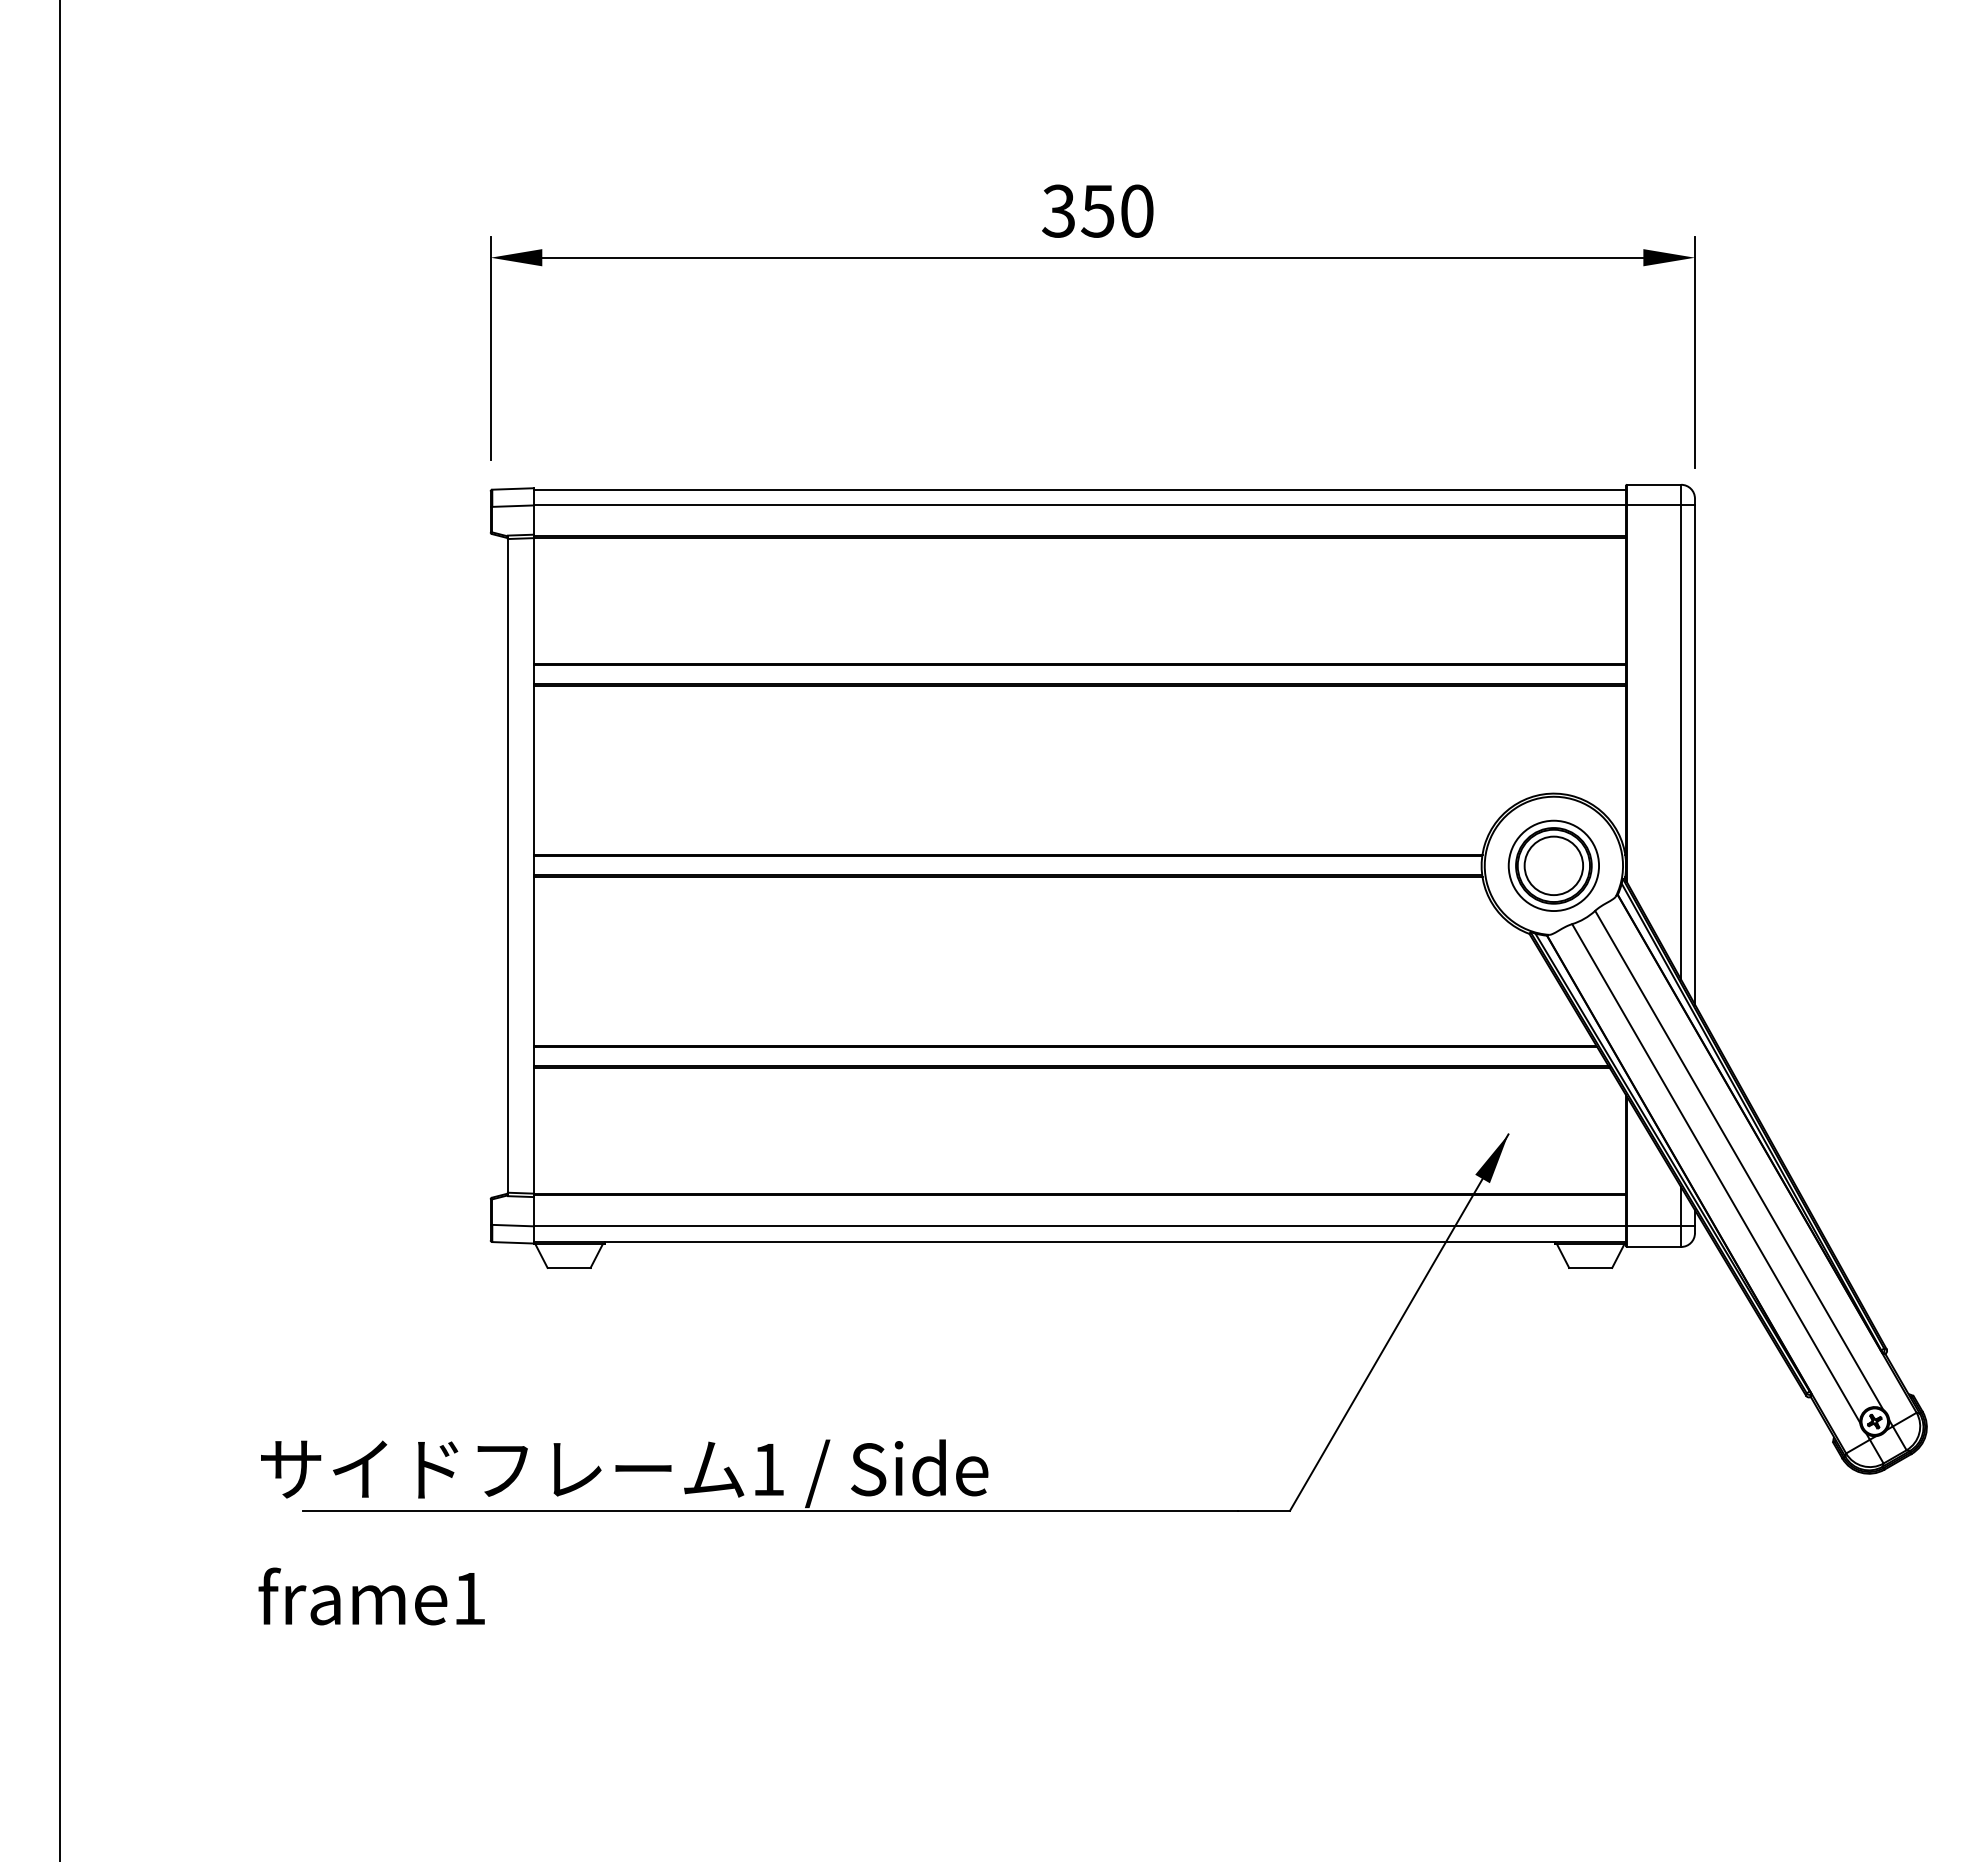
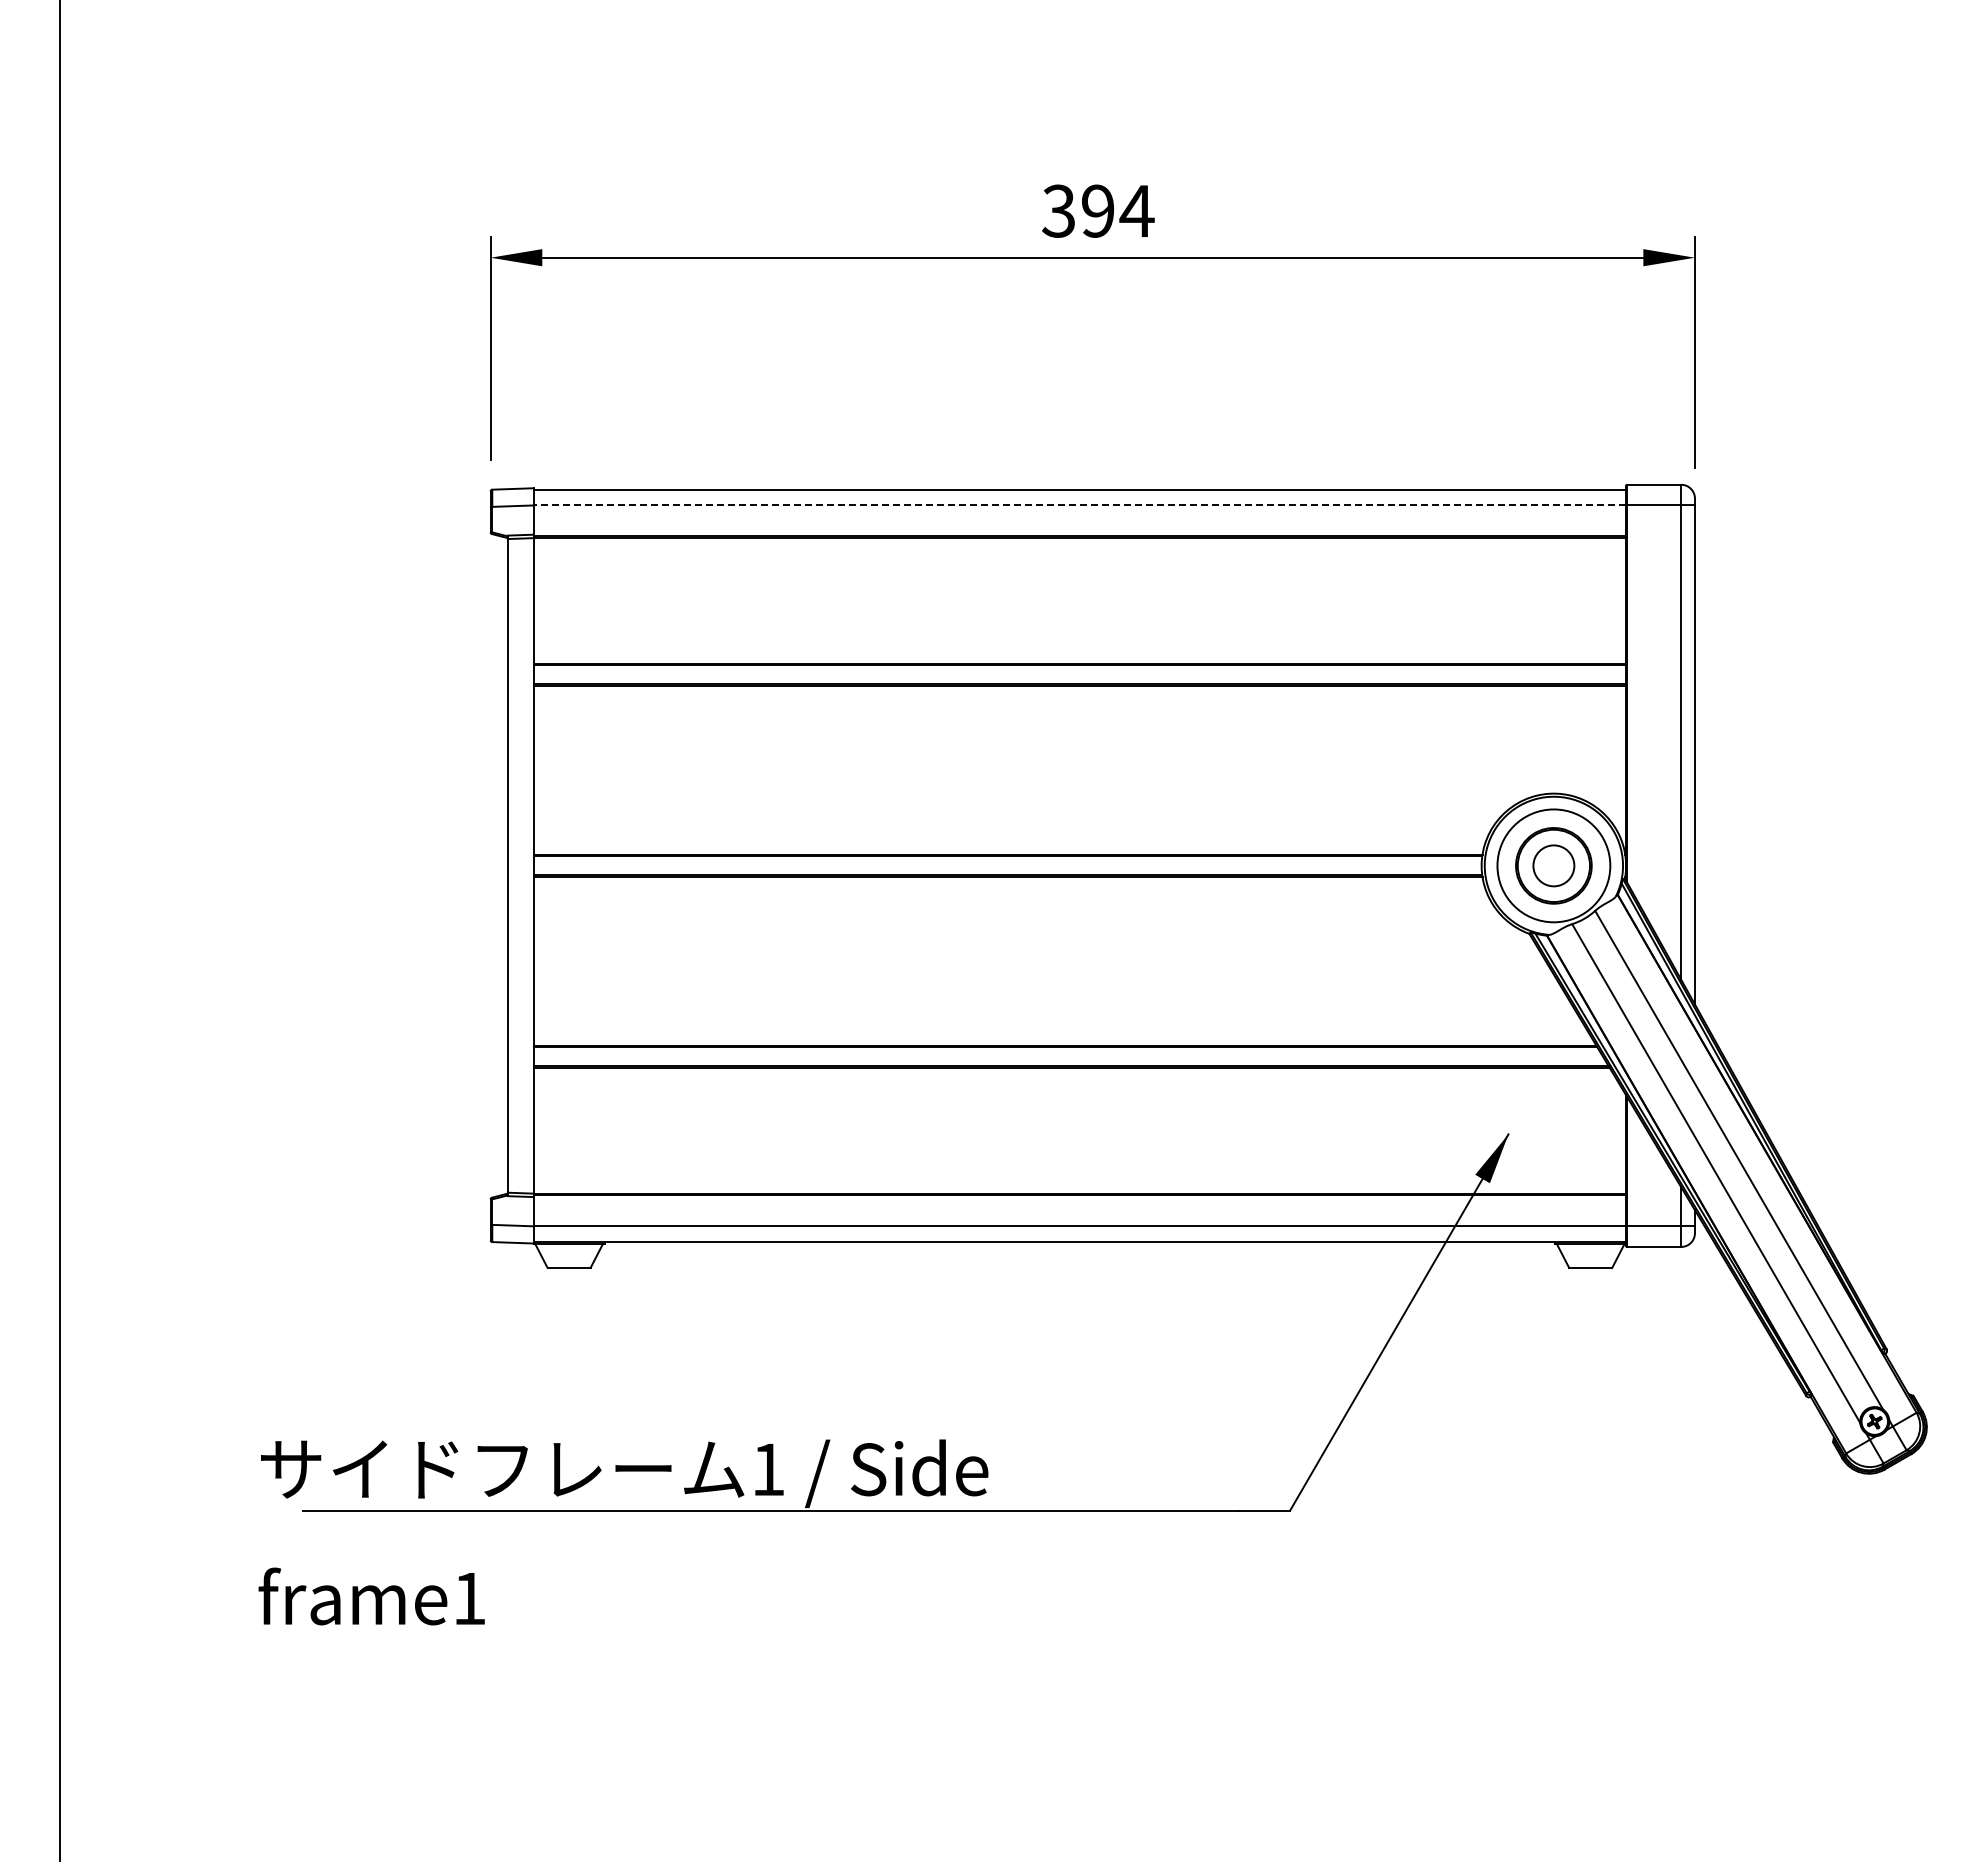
text at (1117, 210): 350 -> 394
line at (1079, 505): solid -> dashed
circle at (1553, 865) diameter: 58 px -> 41 px
circle at (1553, 865) diameter: 90 px -> 113 px
